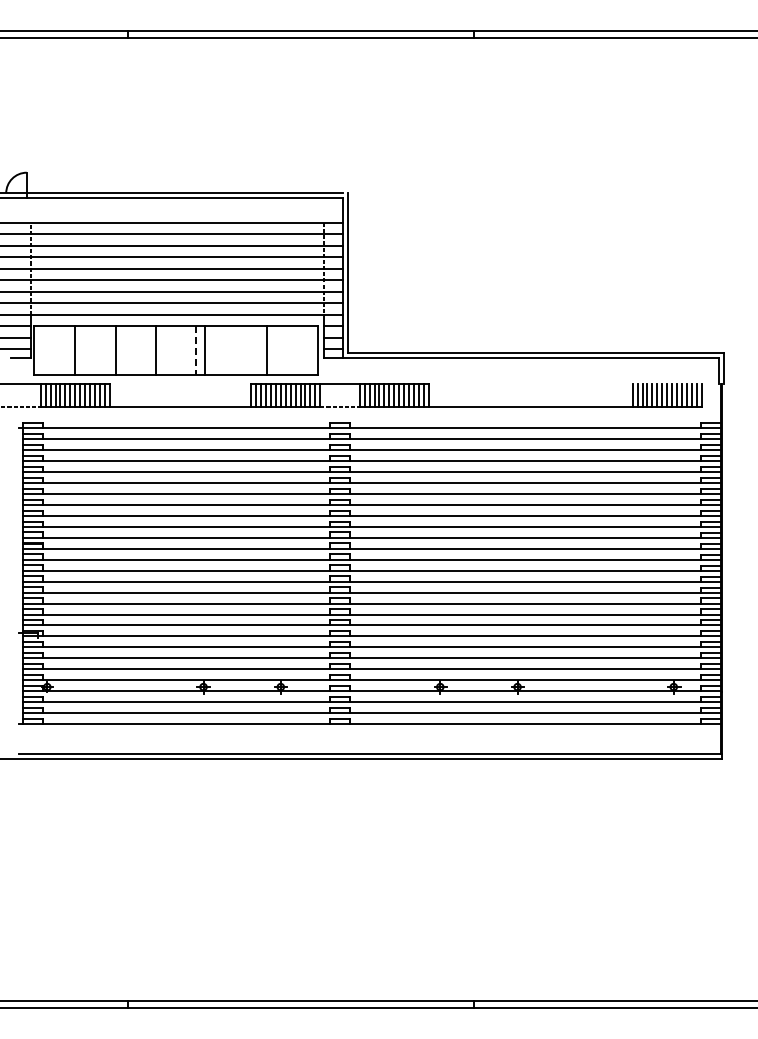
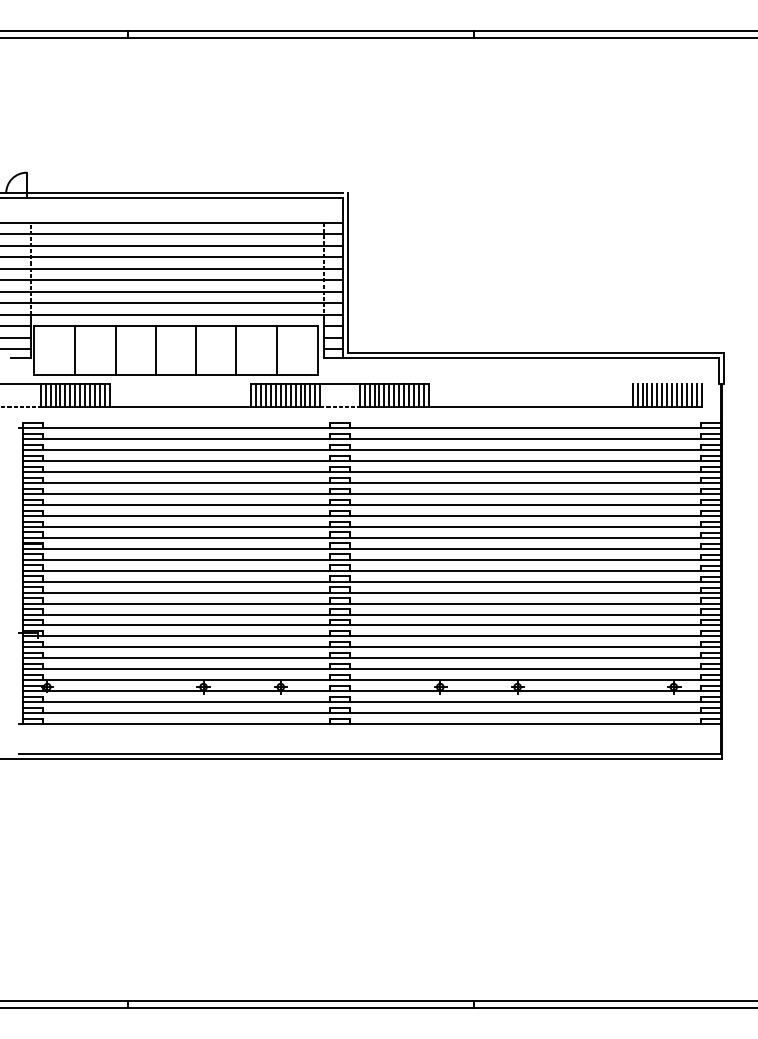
line at (205, 350) position: (205, 350) -> (236, 350)
line at (266, 350) position: (266, 350) -> (276, 350)
line at (196, 351): dashed -> solid
